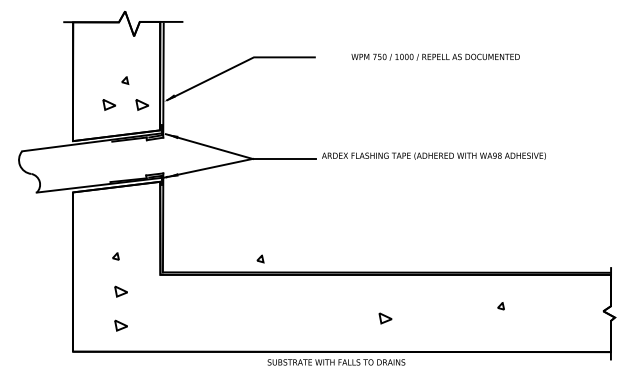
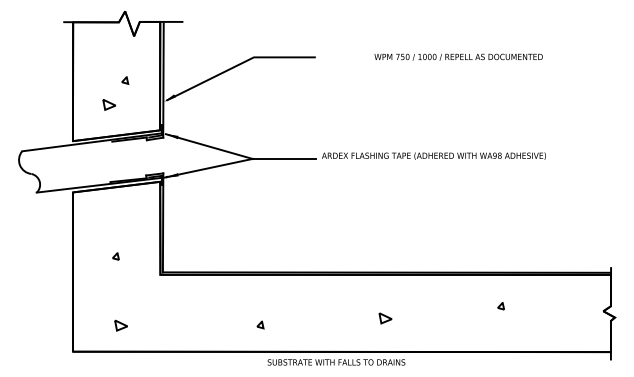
text at (435, 56) position: (435, 56) -> (458, 56)
part at (142, 104): present -> none
line at (260, 258) position: (260, 258) -> (260, 324)
part at (120, 291): present -> none
